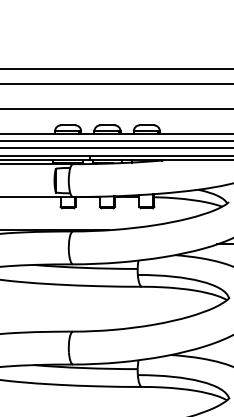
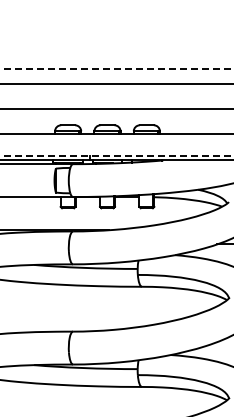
line at (116, 68): solid -> dashed
line at (116, 141): present -> none
line at (116, 148): present -> none
line at (116, 155): solid -> dashed
